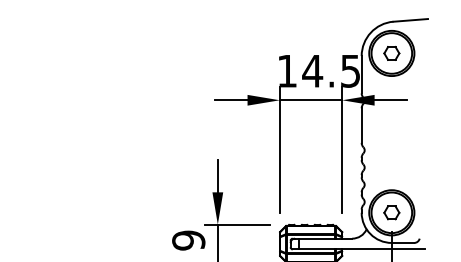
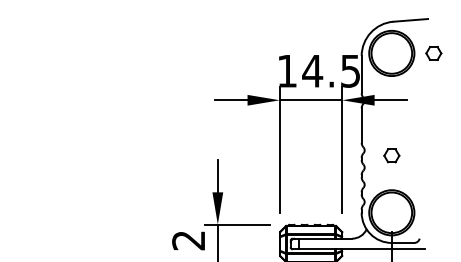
part at (391, 53) position: (391, 53) -> (433, 53)
part at (391, 212) position: (391, 212) -> (391, 155)
text at (188, 240): 9 -> 2
